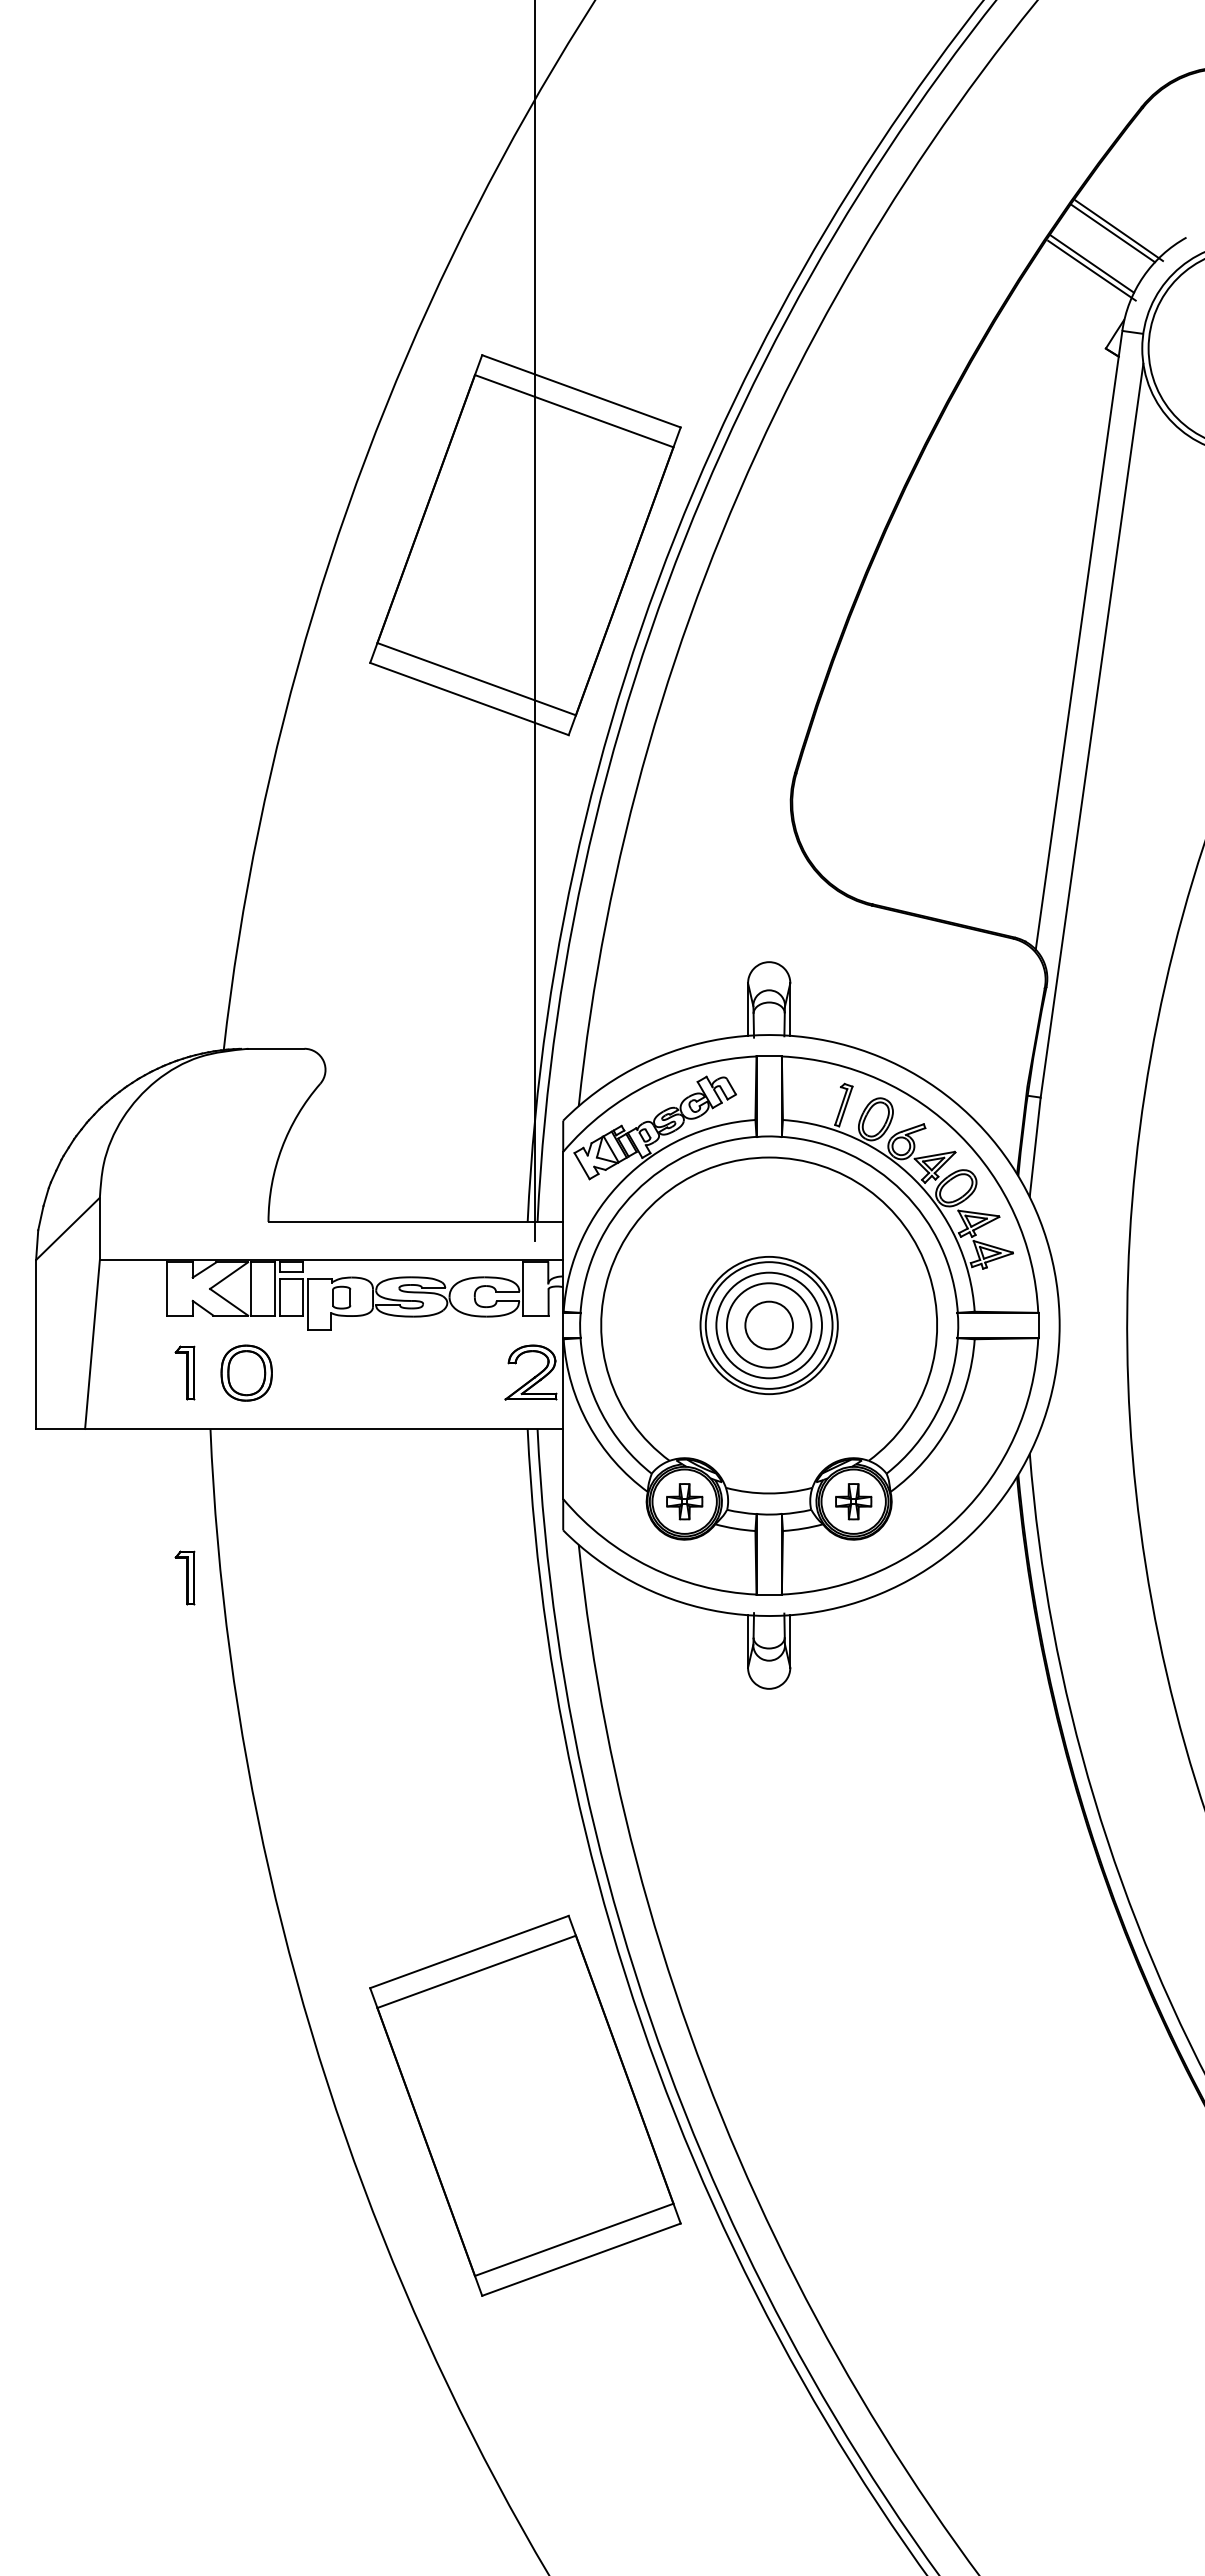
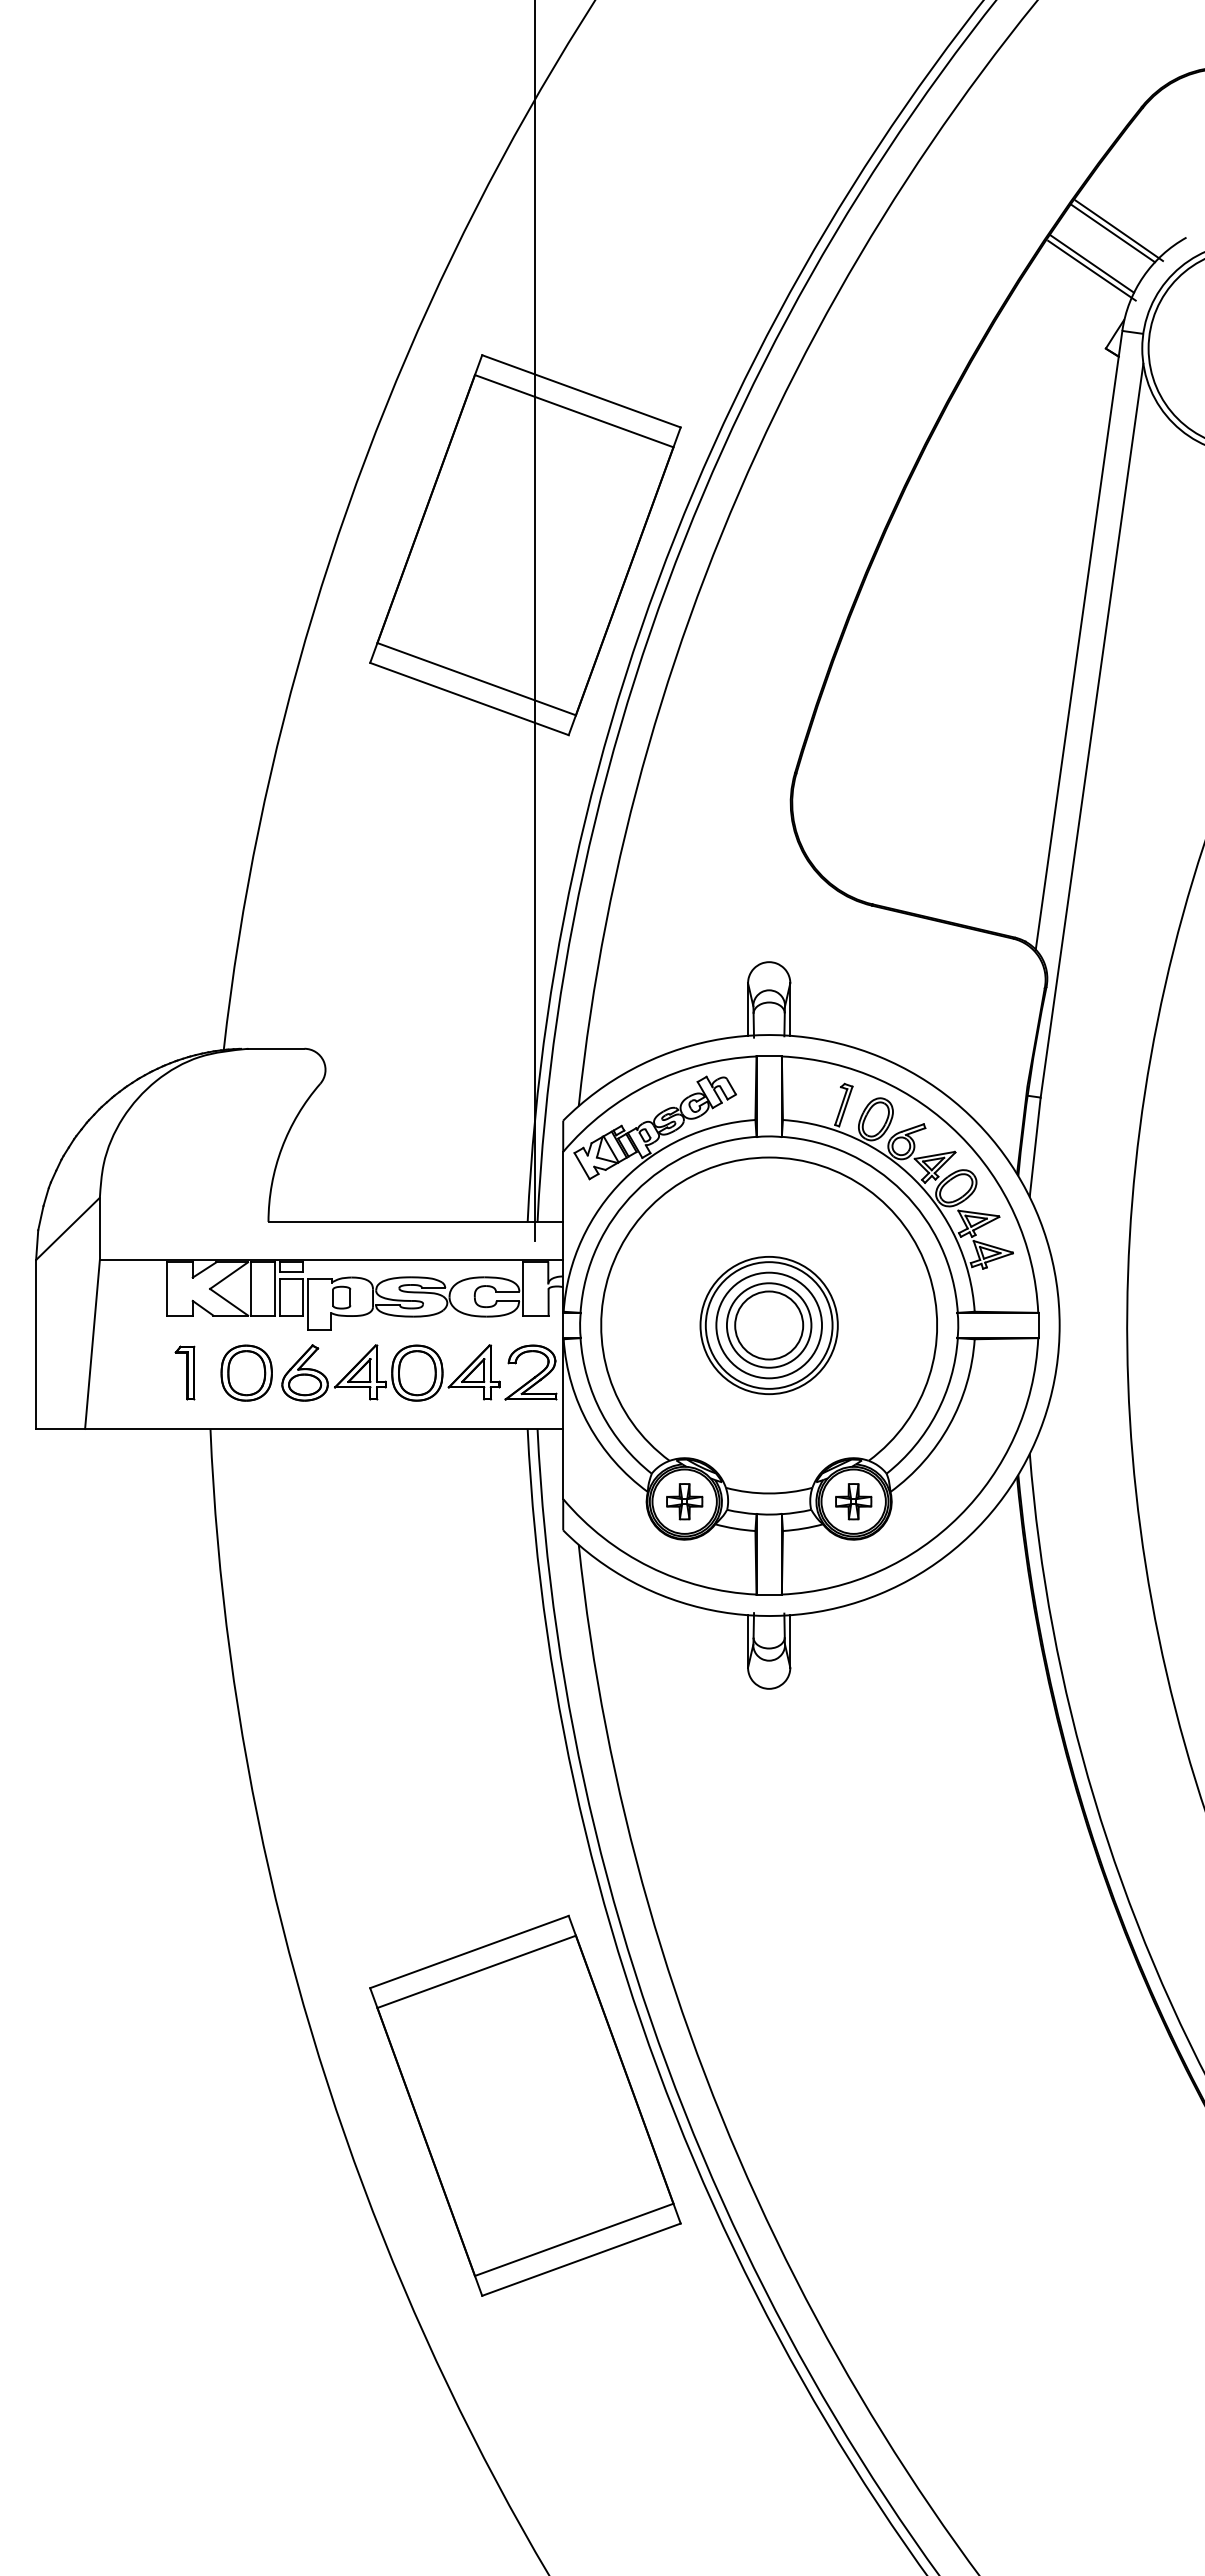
circle at (769, 1325) diameter: 48 px -> 68 px
part at (390, 1372): none -> present
part at (184, 1577): present -> none
